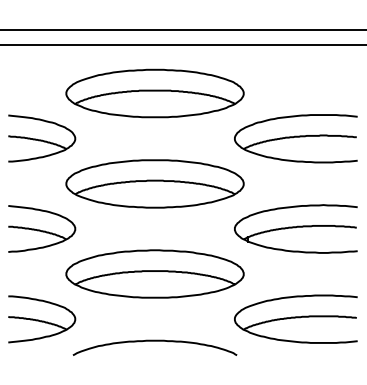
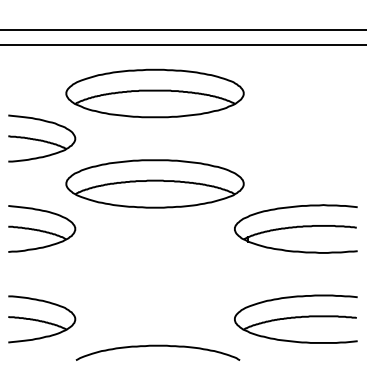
part at (295, 138): present -> none
part at (154, 273): present -> none
curve at (154, 341) position: (154, 341) -> (157, 346)
